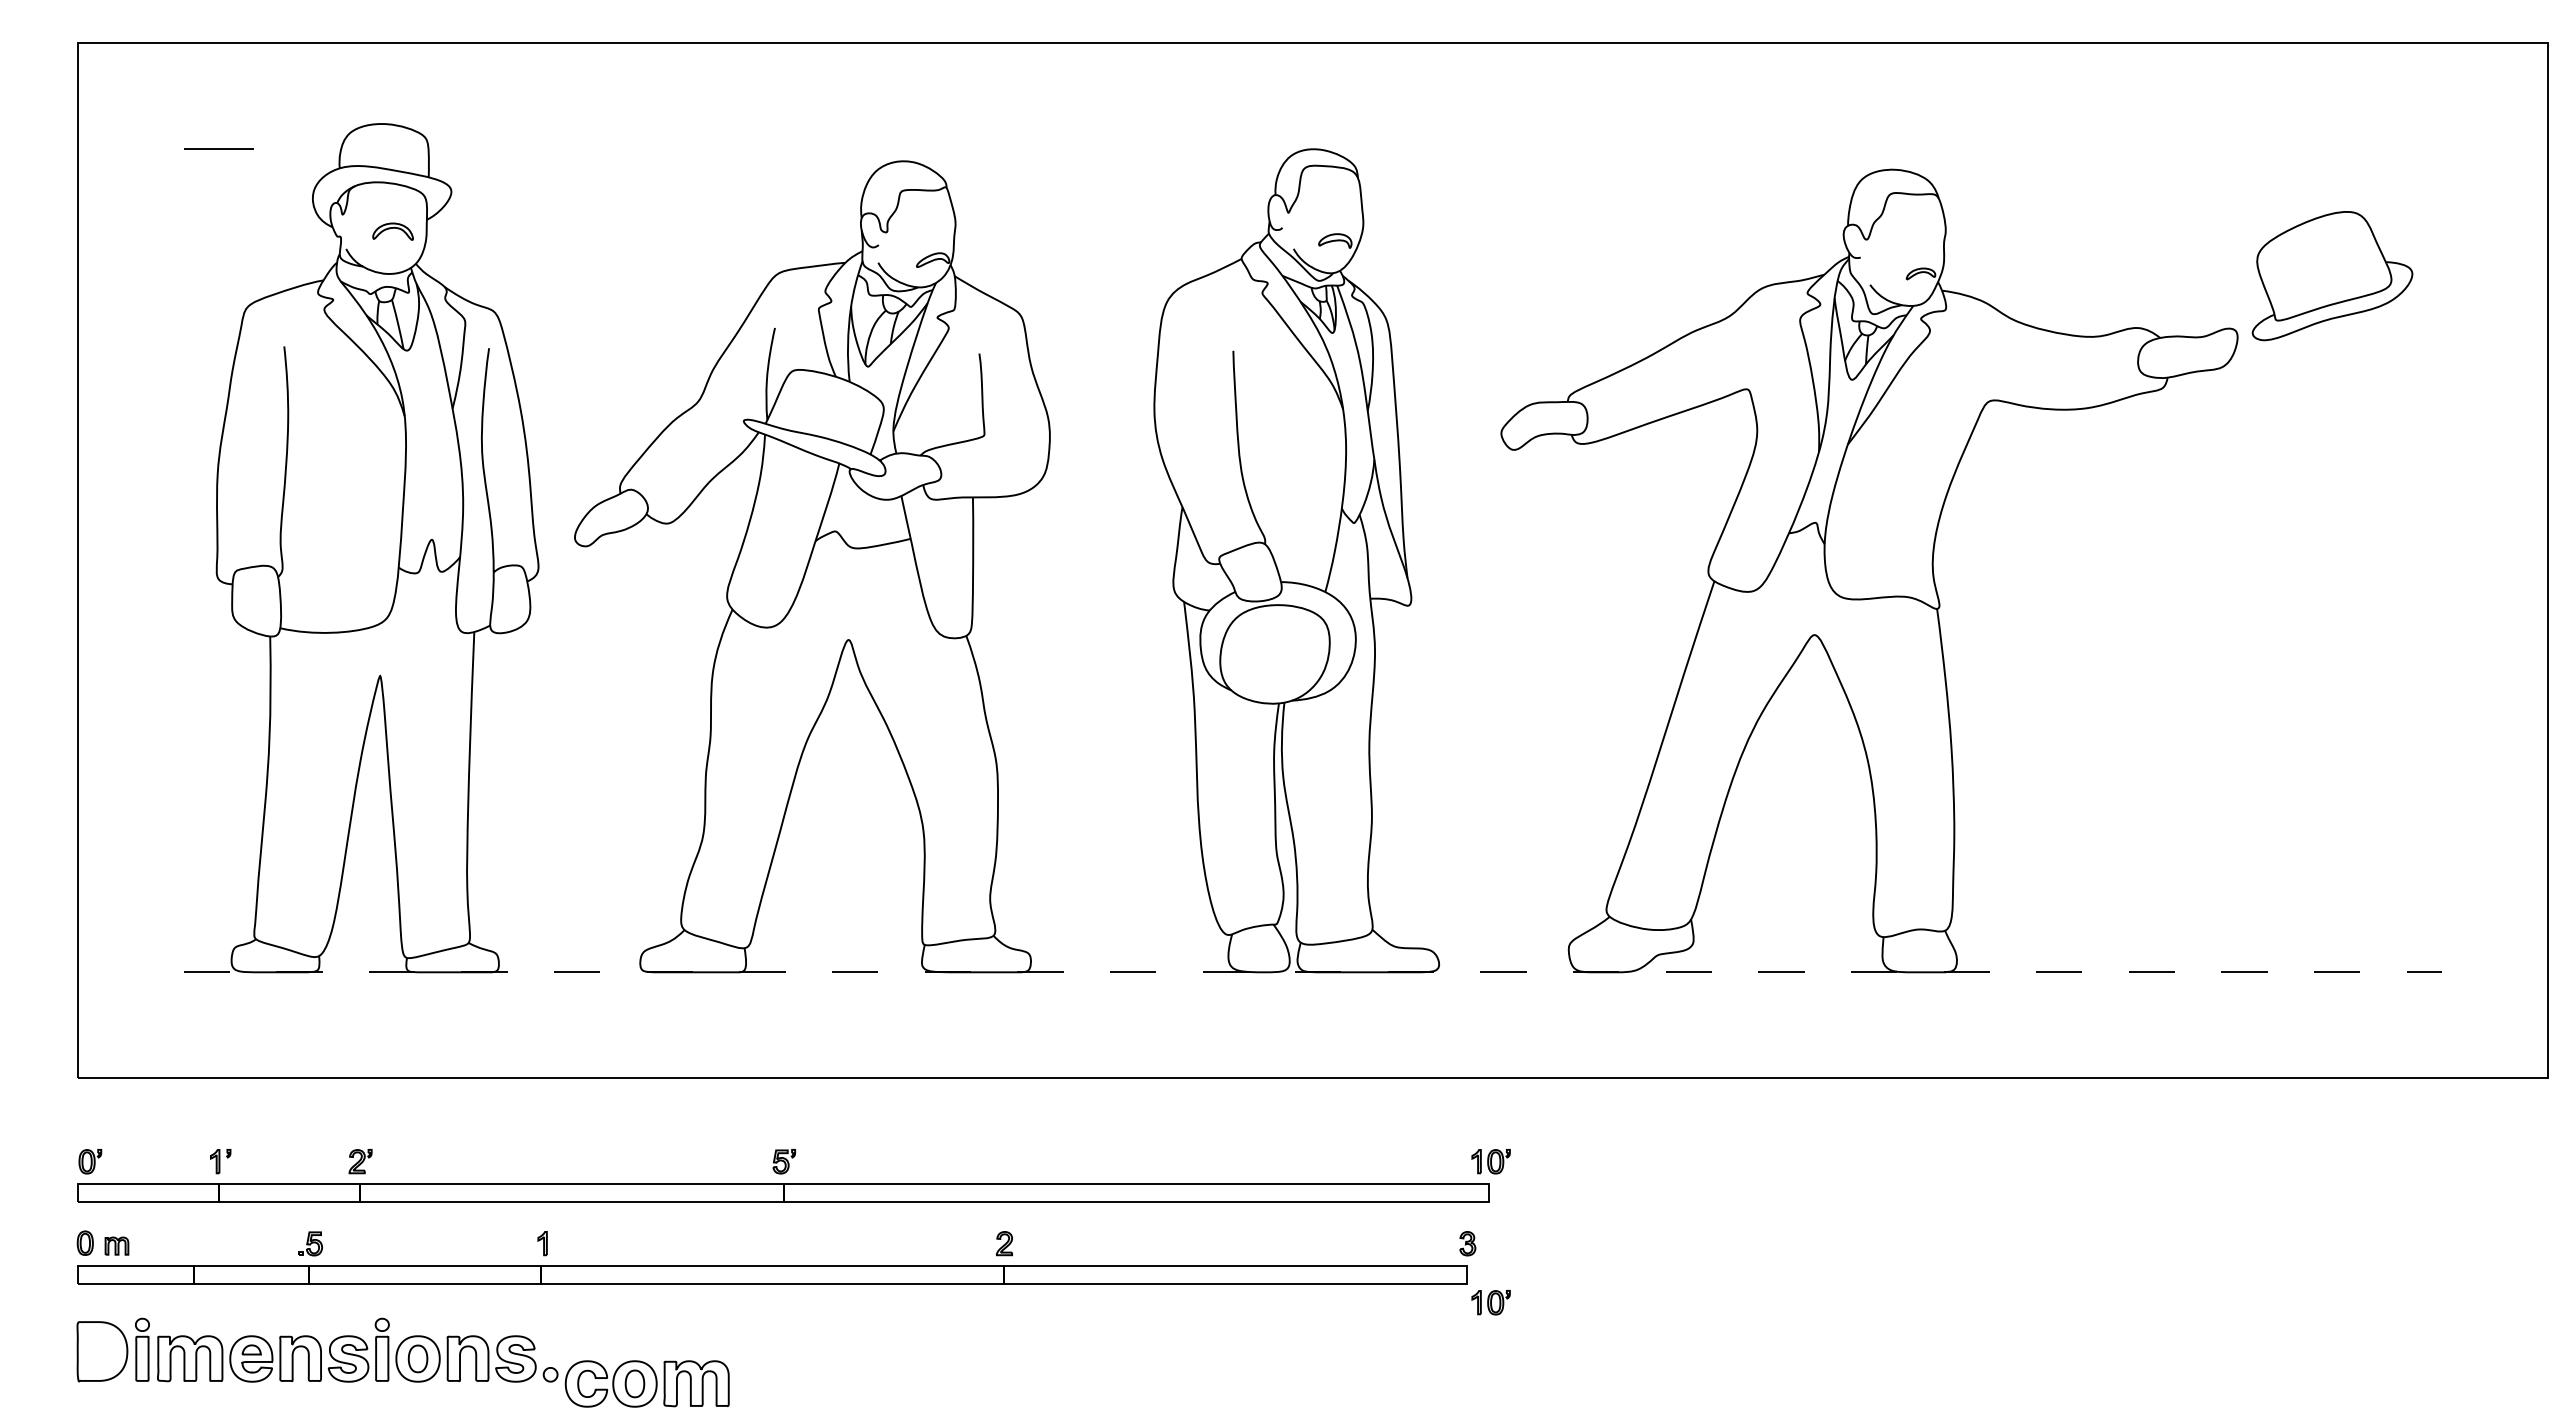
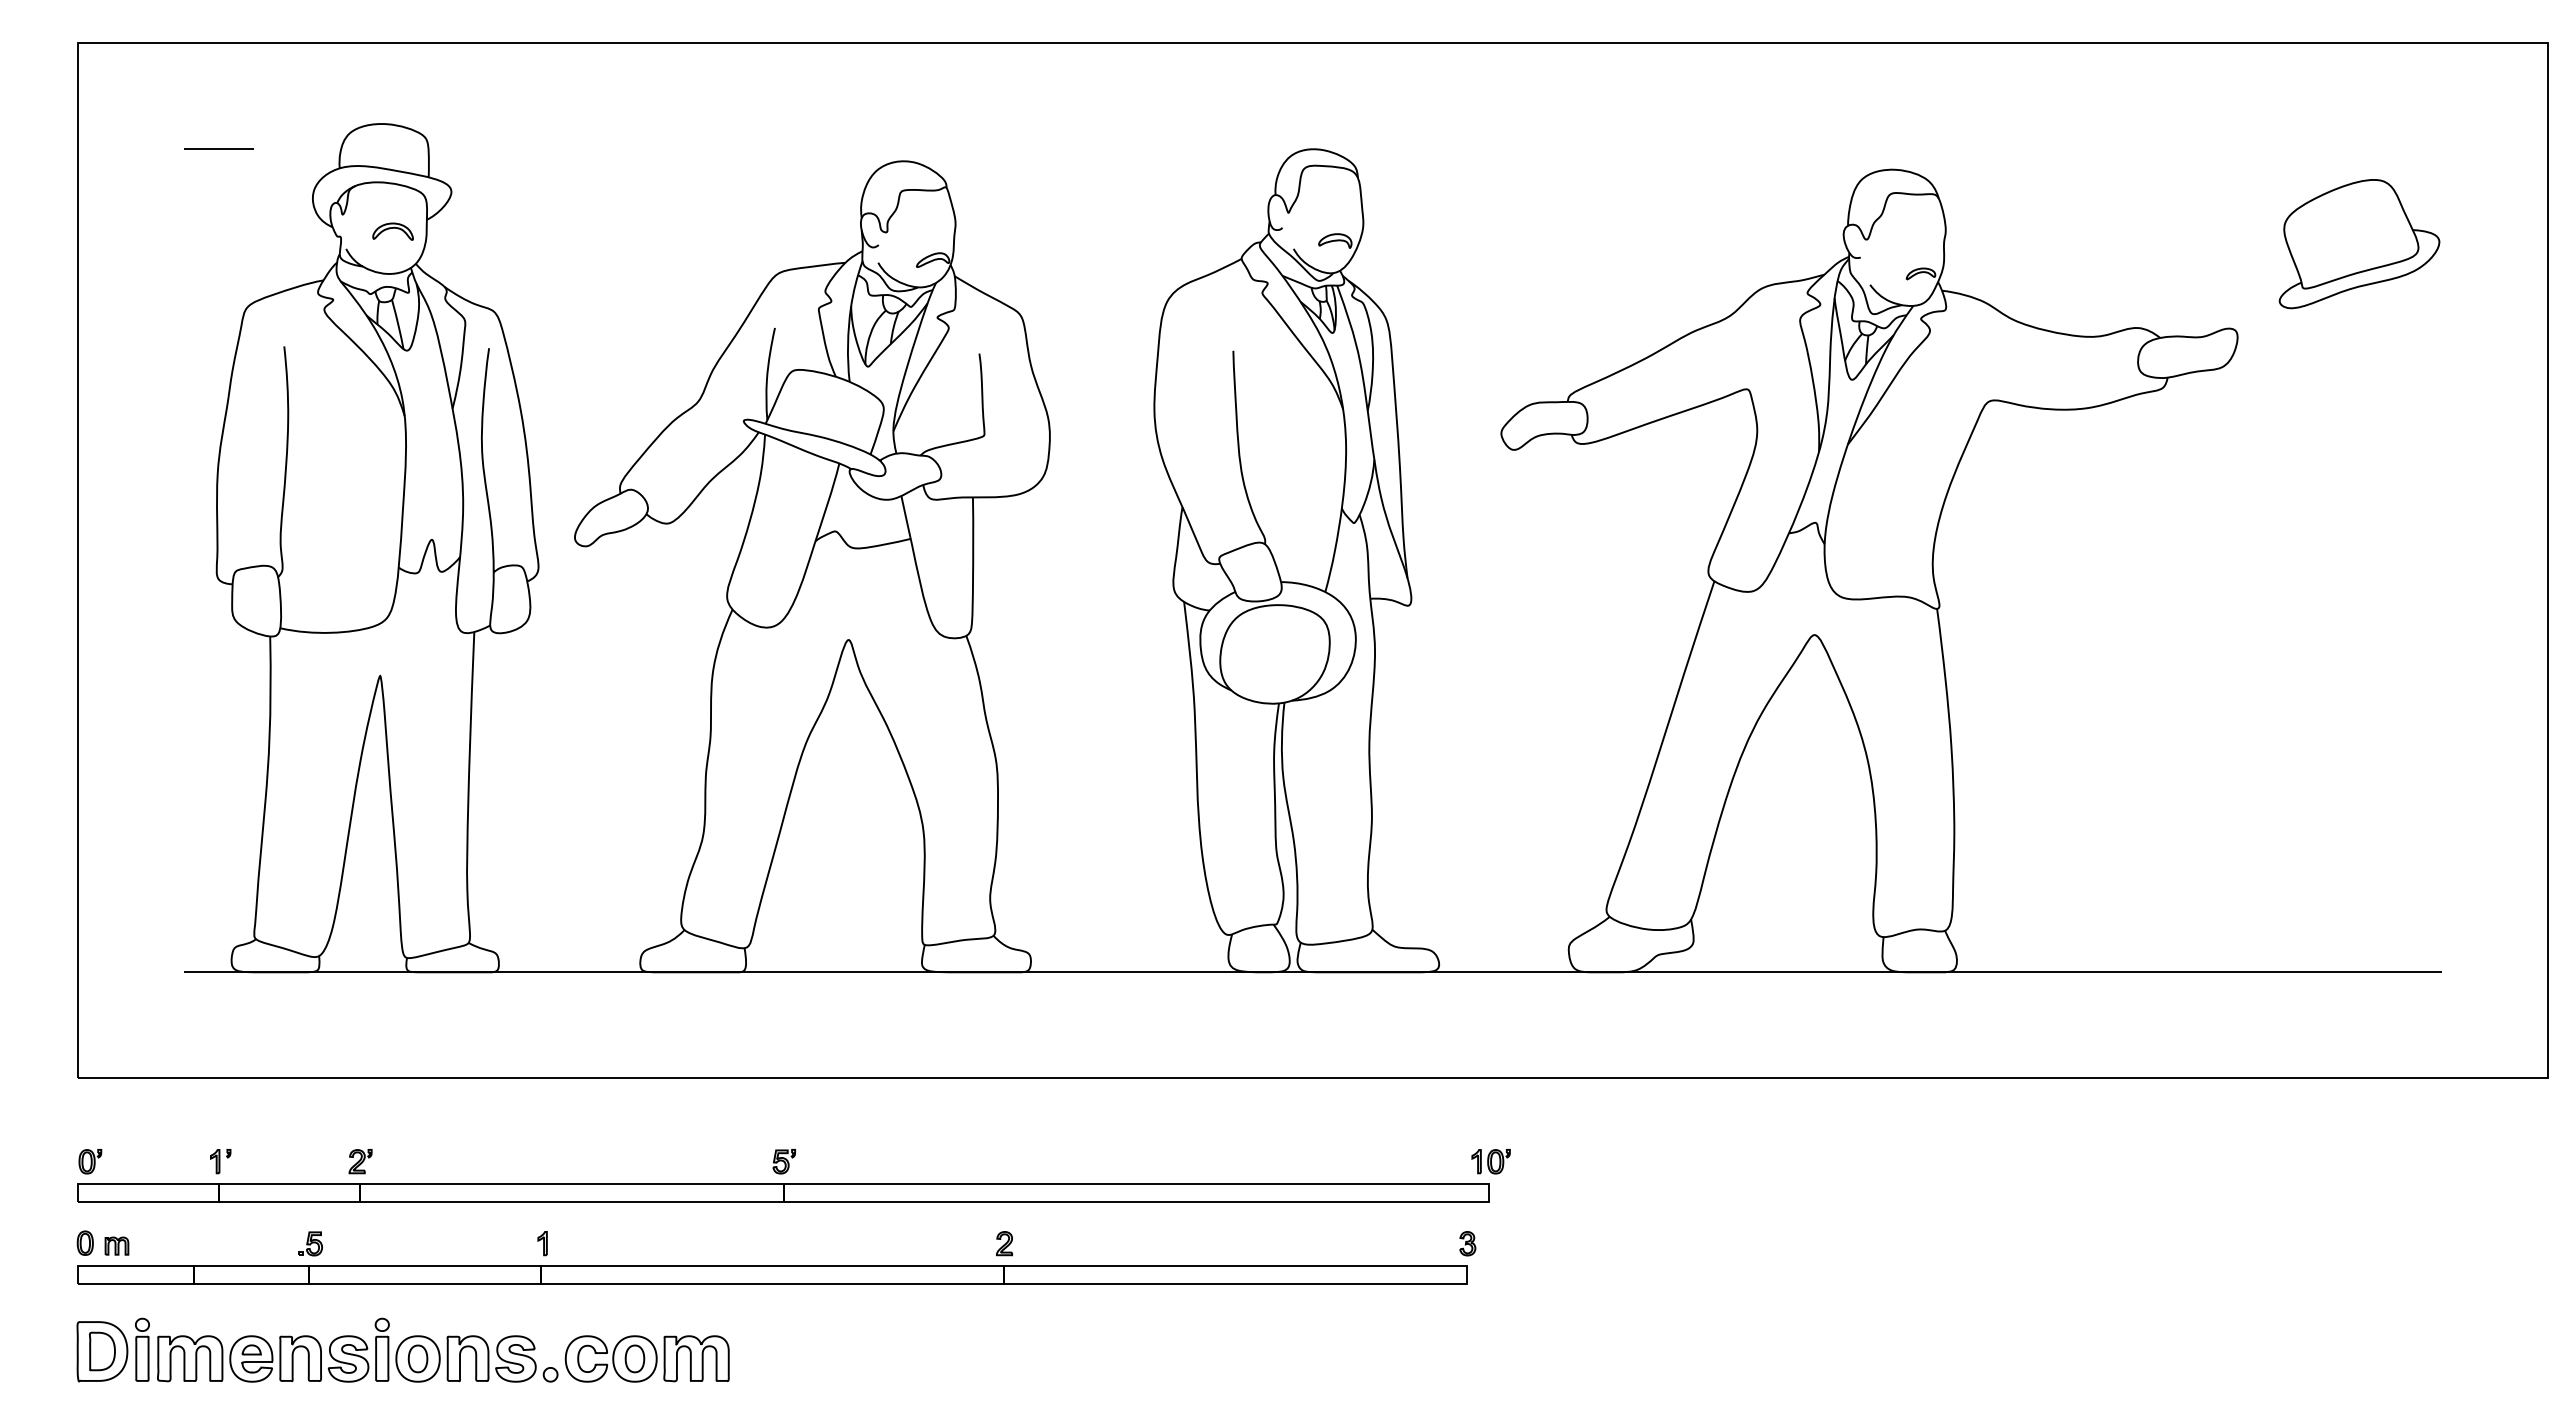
part at (2332, 276) position: (2332, 276) -> (2359, 244)
line at (1313, 972): dashed -> solid
part at (1490, 1302): present -> none
part at (102, 1351): none -> present
part at (646, 1383) position: (646, 1383) -> (646, 1358)
